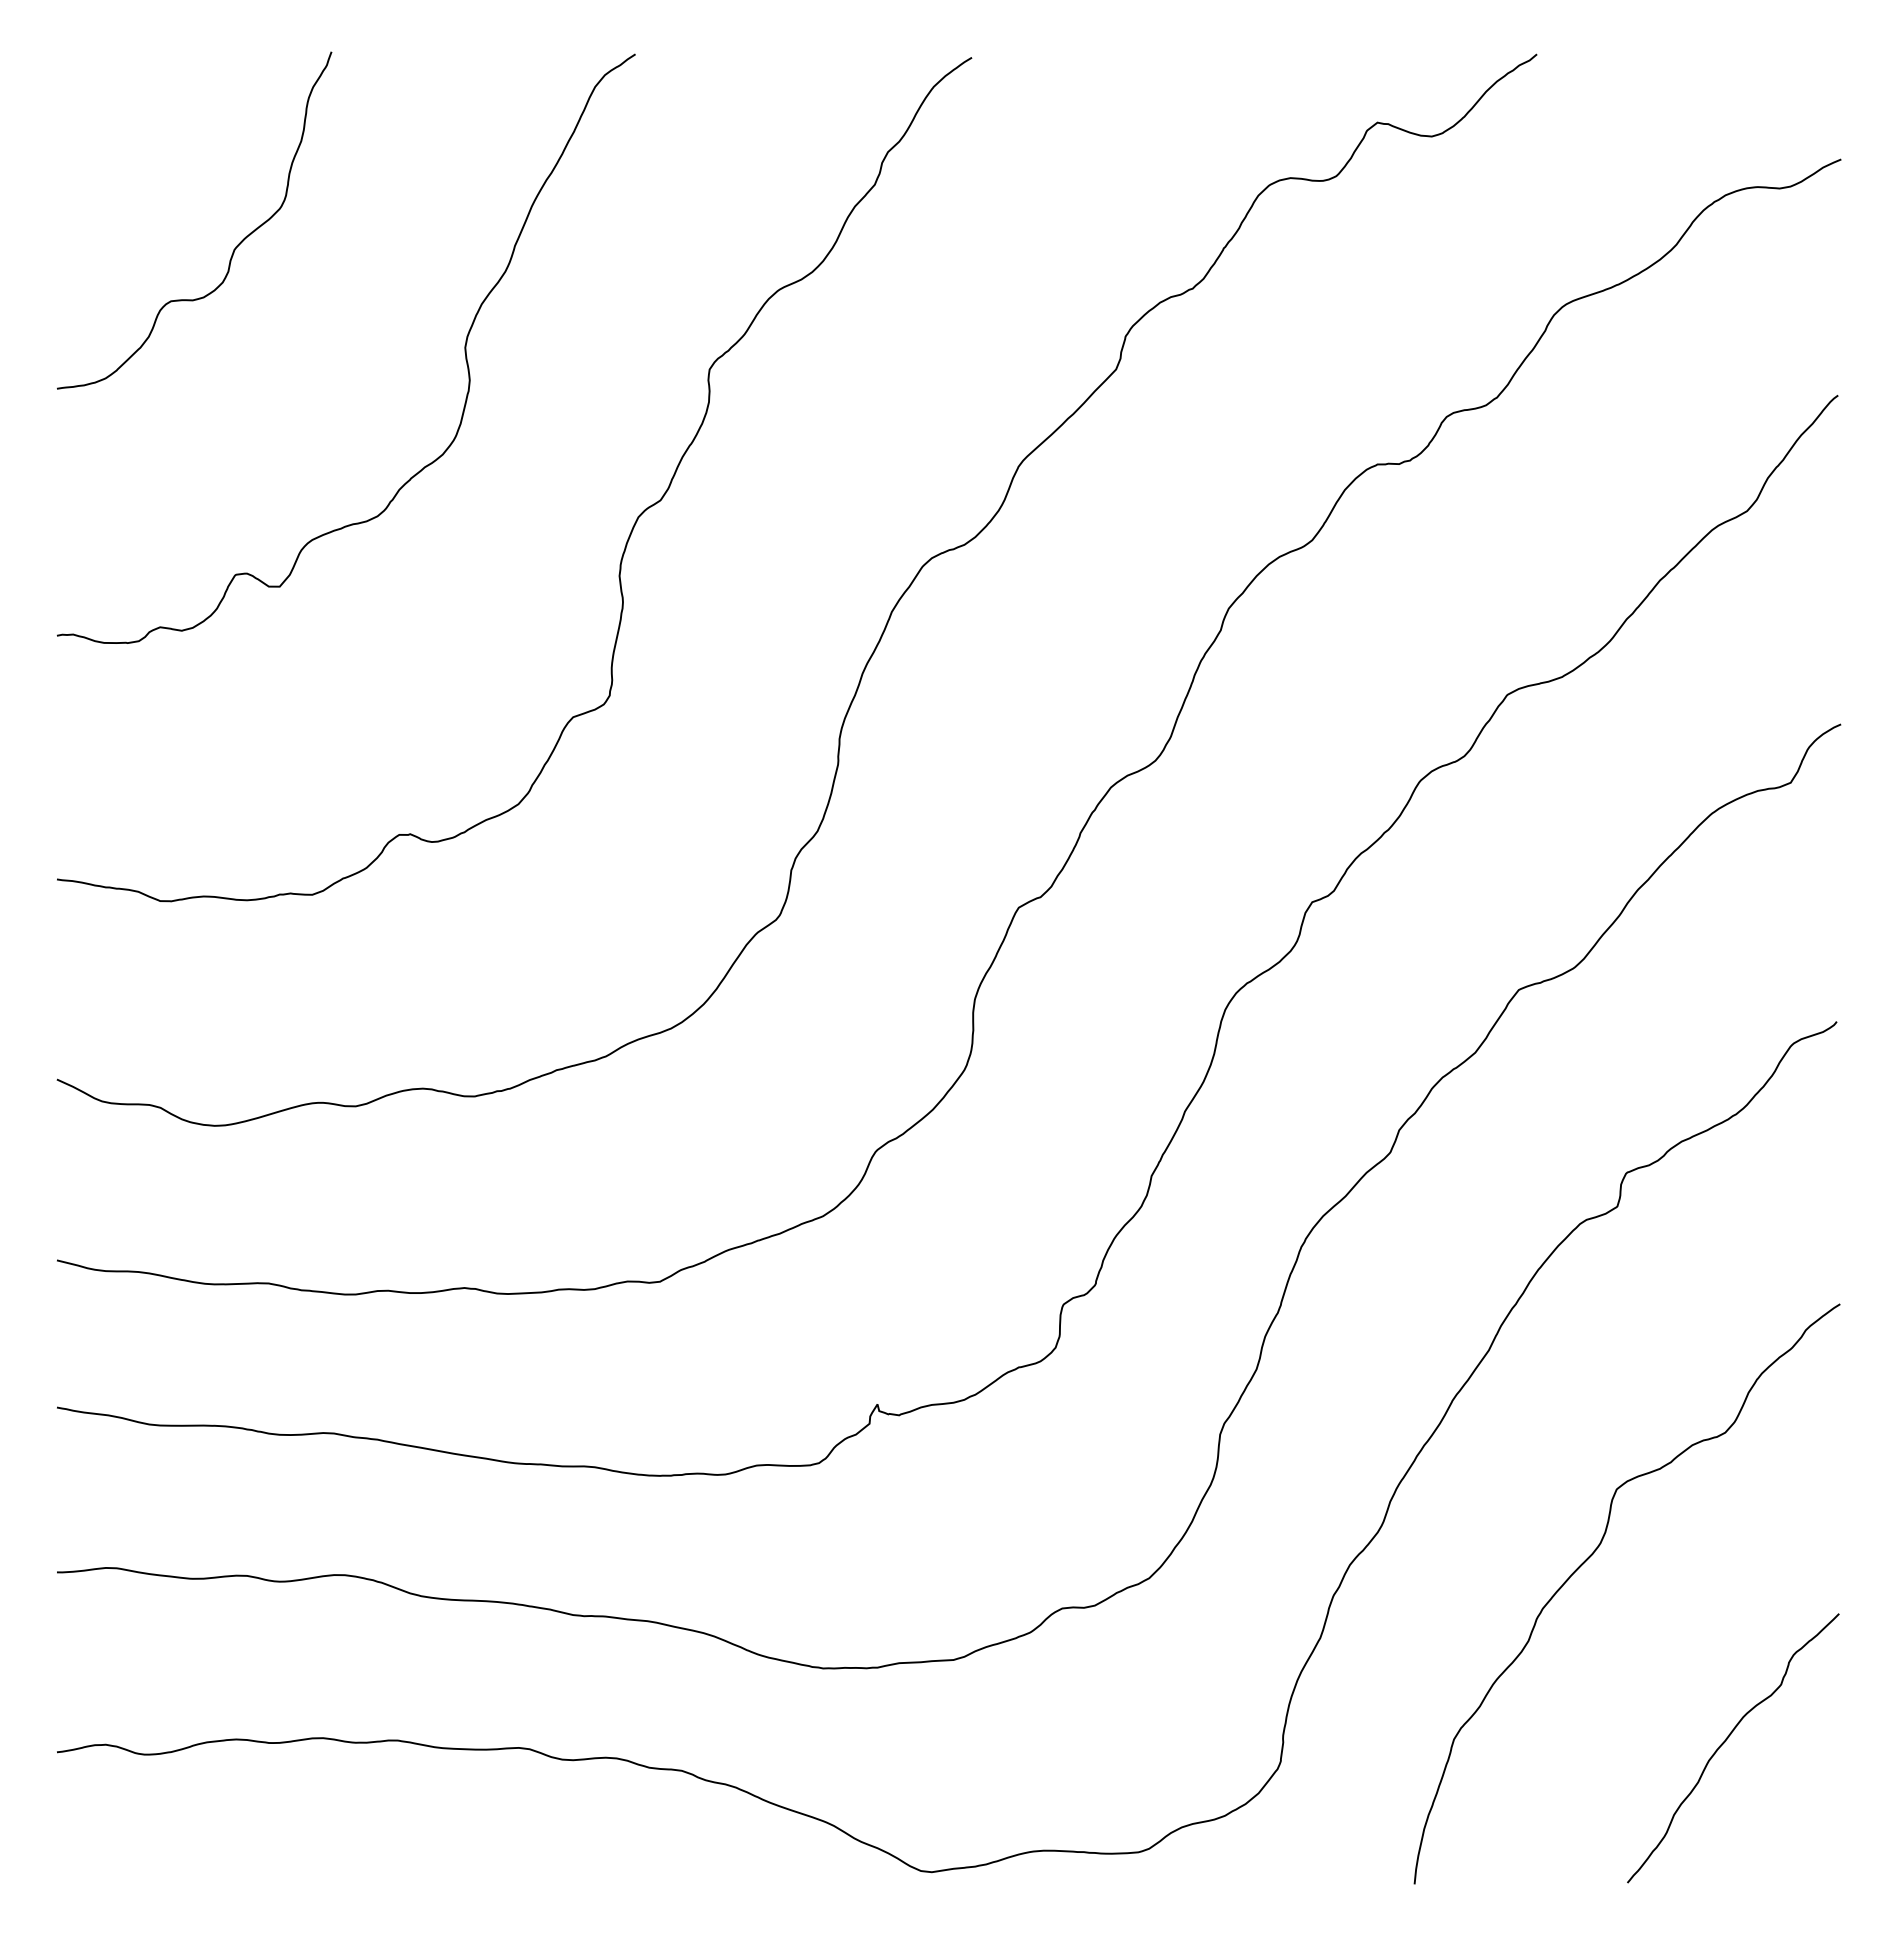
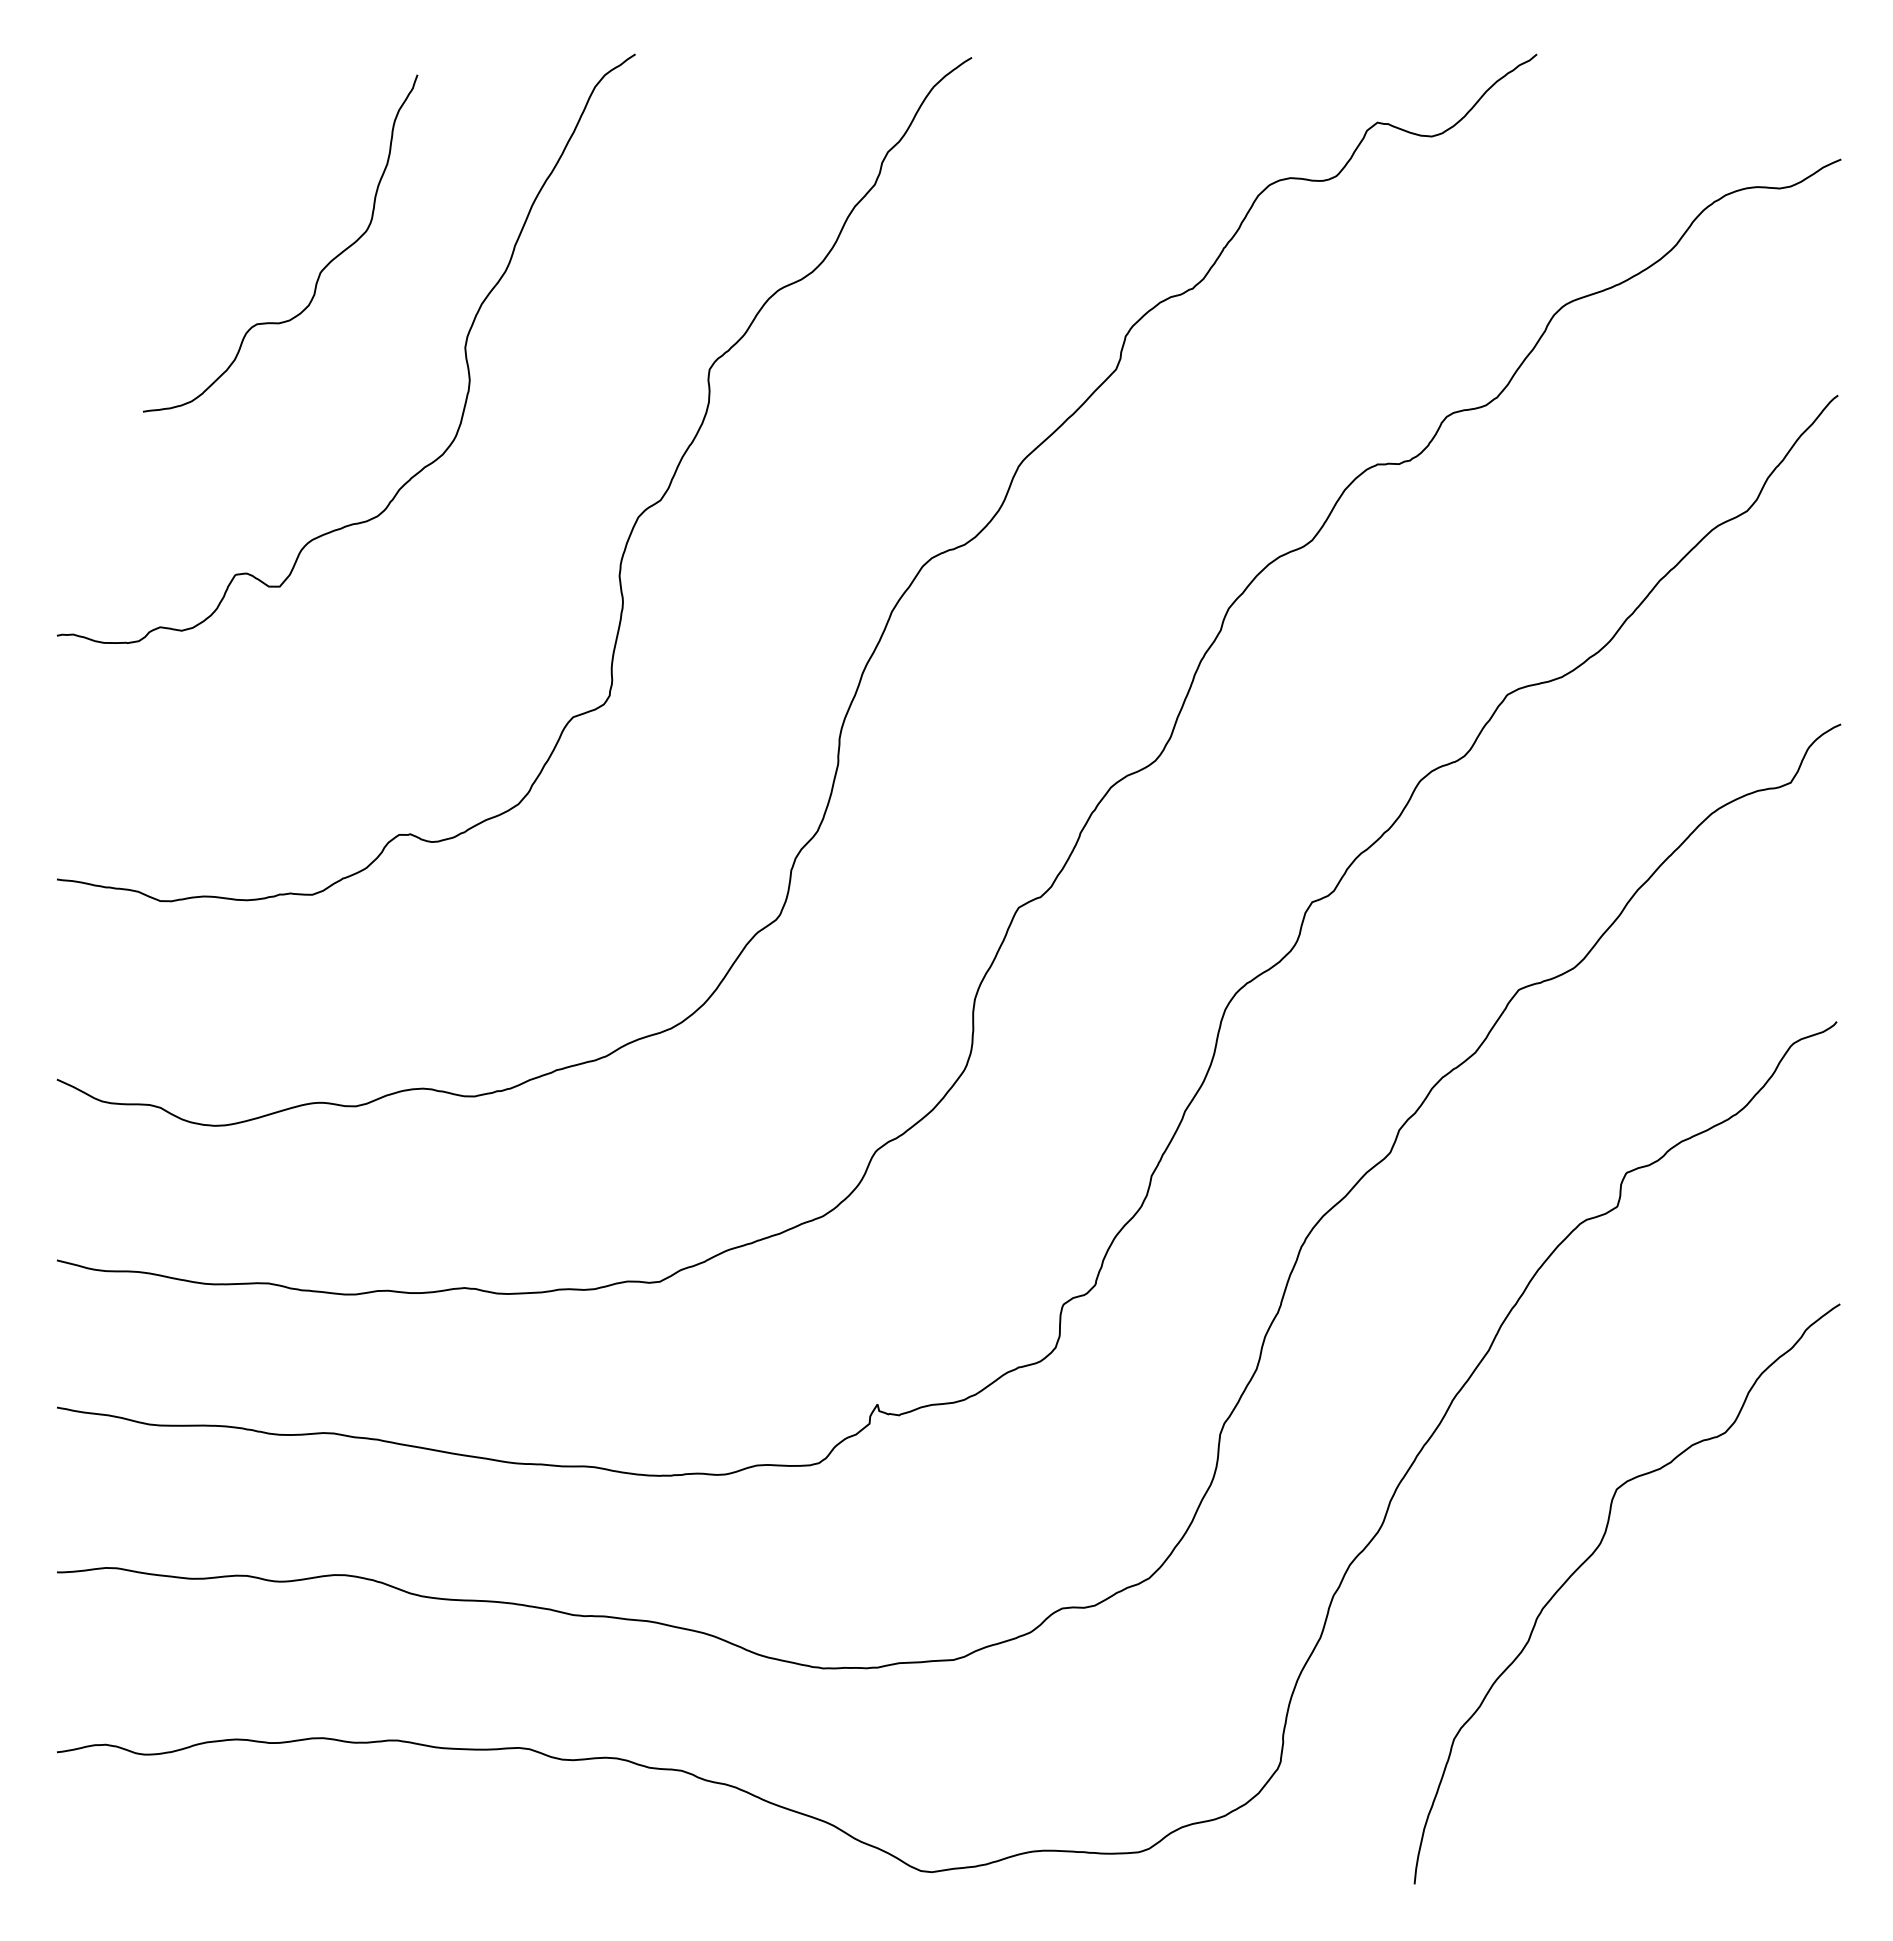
curve at (235, 246) position: (235, 246) -> (321, 269)
curve at (1725, 1742): present -> none
